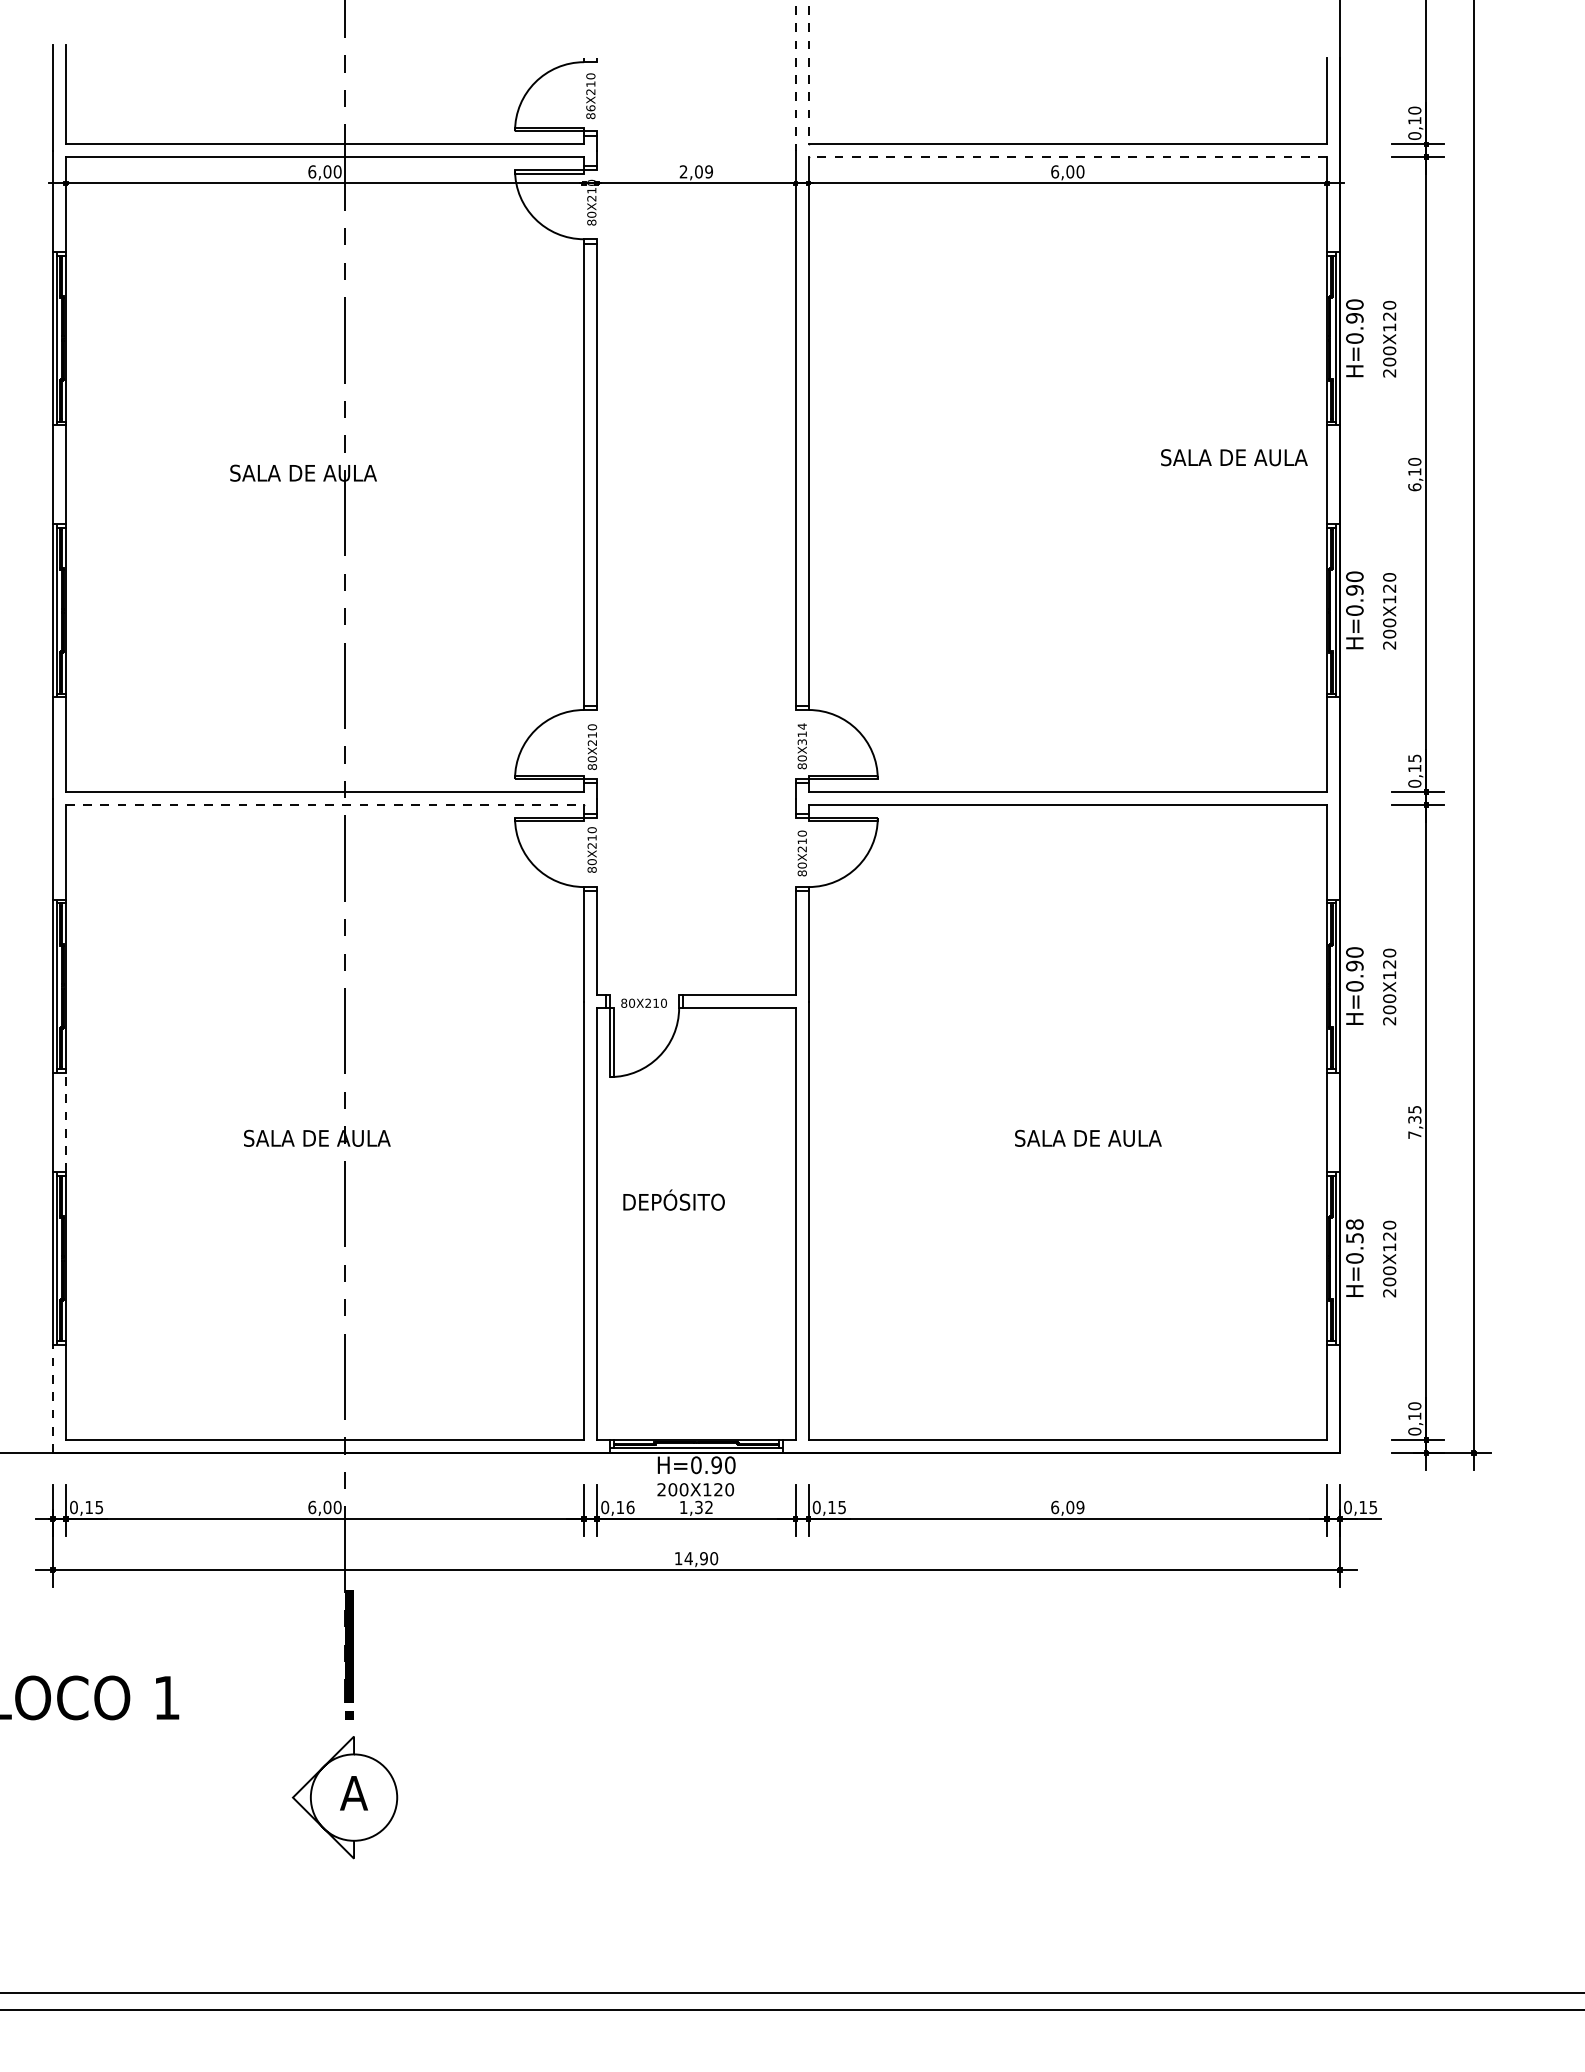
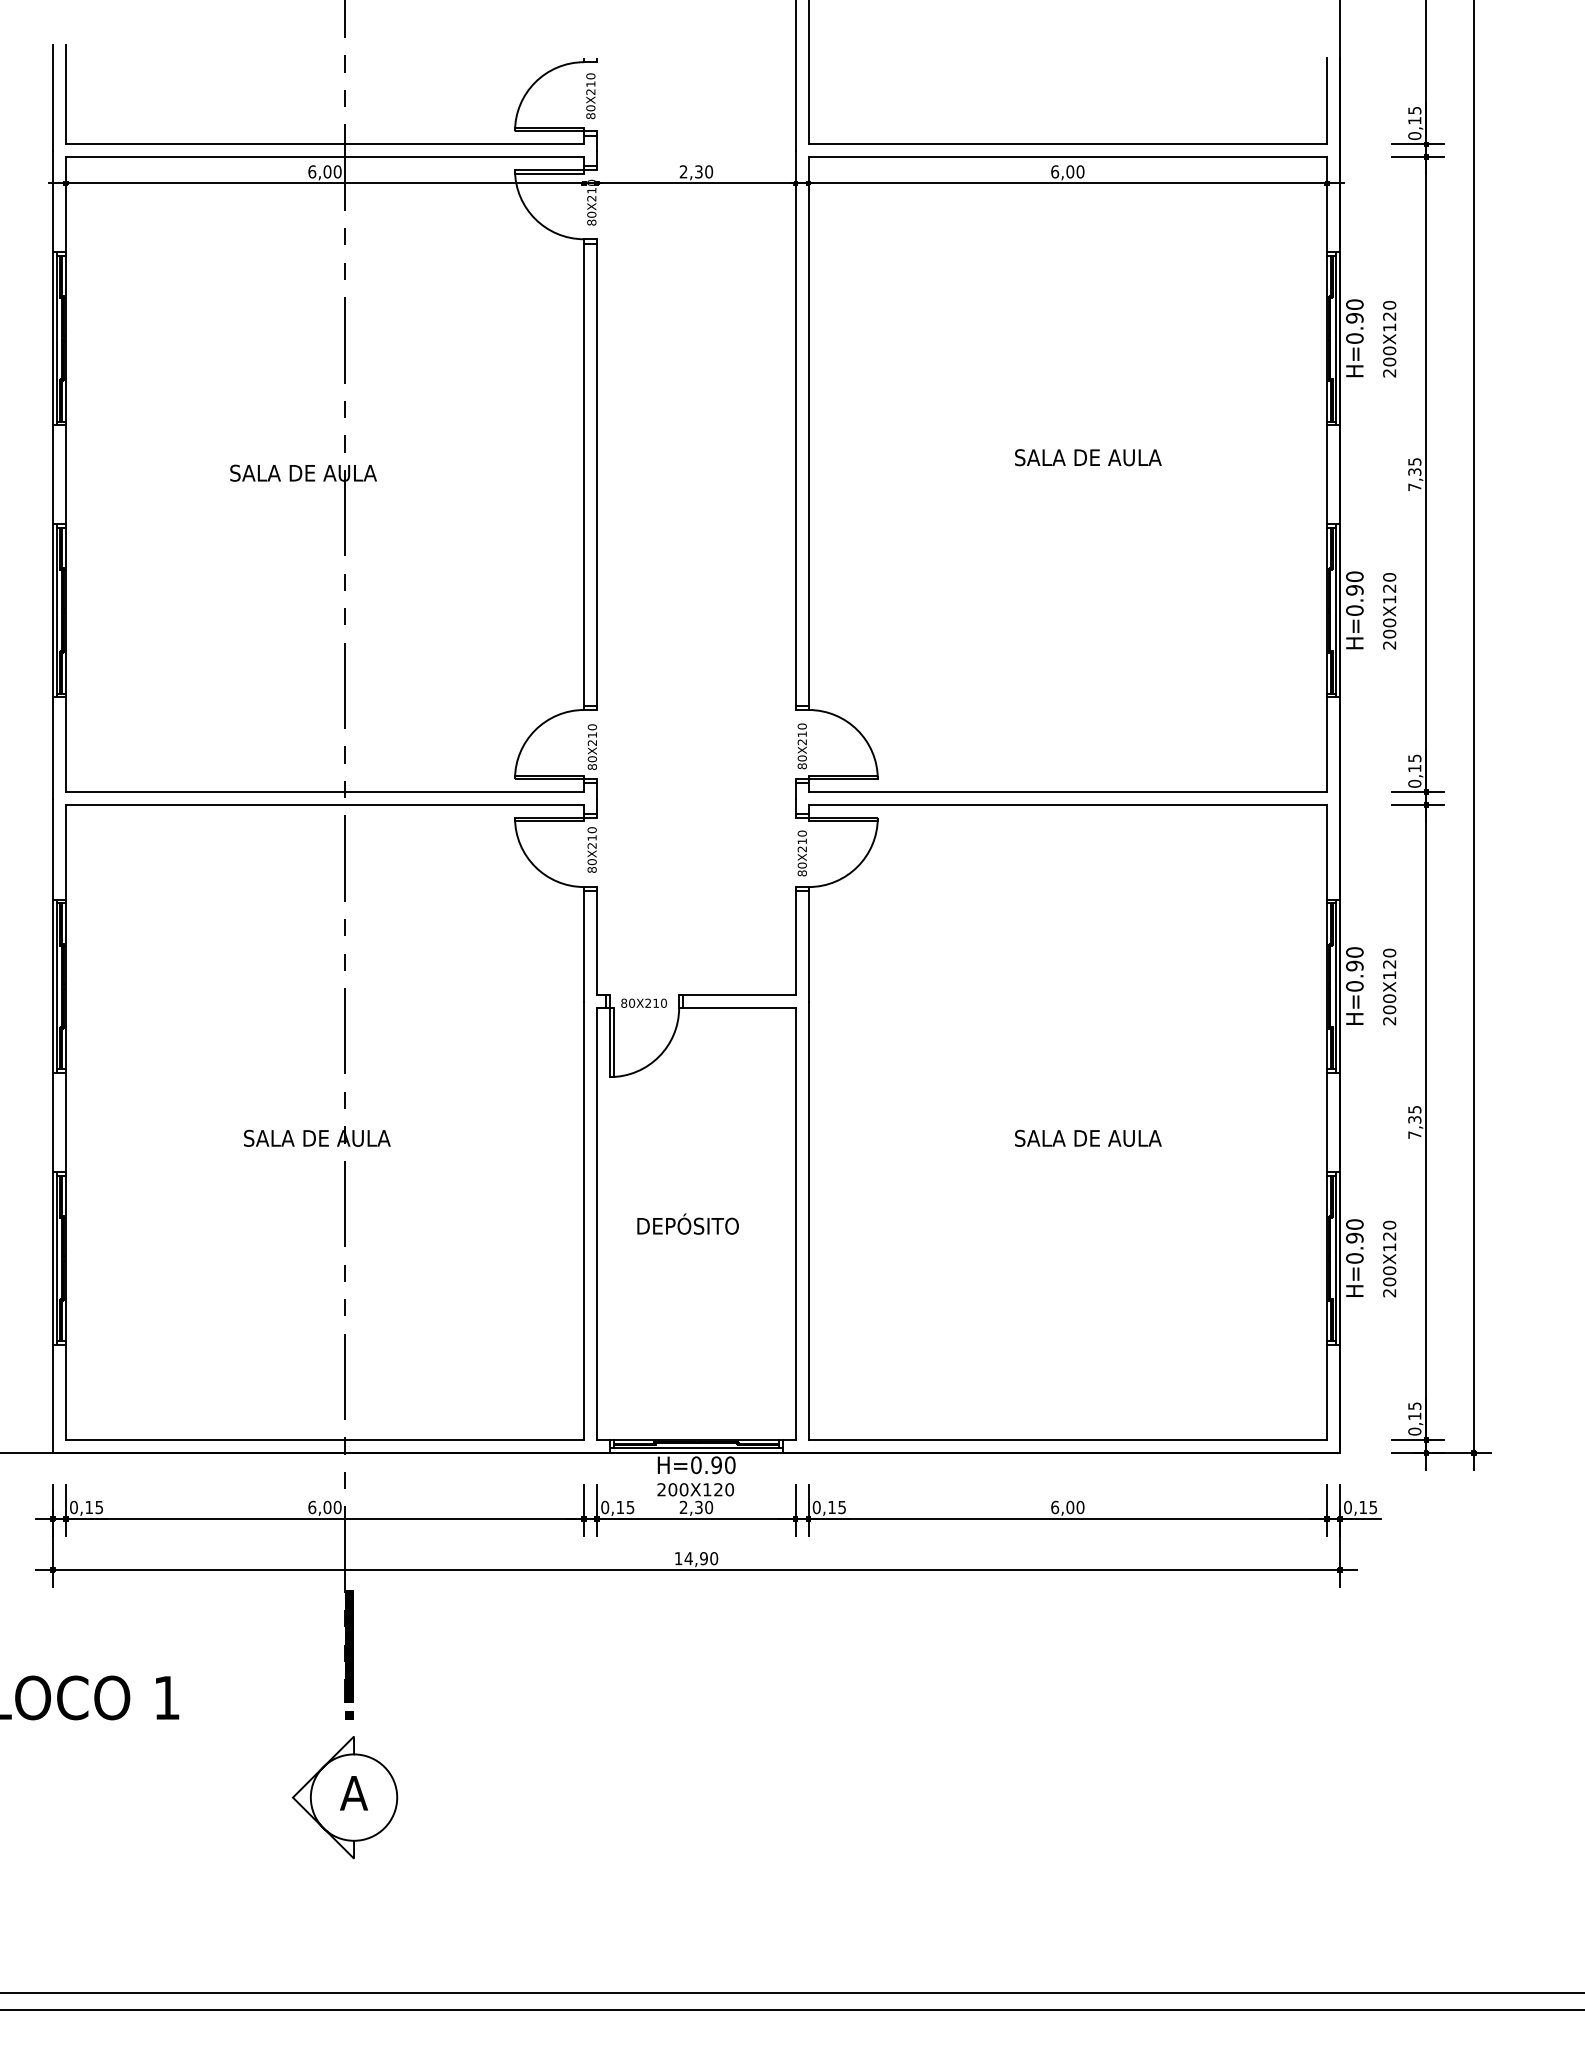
line at (808, 72): dashed -> solid
line at (795, 75): dashed -> solid
text at (590, 108): 86X210 -> 80X210
text at (1414, 110): 0,10 -> 0,15
line at (1067, 157): dashed -> solid
text at (703, 171): 2,09 -> 2,30
text at (1234, 457) position: (1234, 457) -> (1088, 457)
text at (1414, 474): 6,10 -> 7,35
text at (801, 734): 80X314 -> 80X210
line at (325, 805): dashed -> solid
line at (65, 1122): dashed -> solid
text at (673, 1199) position: (673, 1199) -> (687, 1223)
text at (1354, 1231): H=0.58 -> H=0.90
line at (52, 1398): dashed -> solid
text at (1414, 1406): 0,10 -> 0,15
text at (630, 1507): 0,16 -> 0,15
text at (696, 1507): 1,32 -> 2,30
text at (1080, 1507): 6,09 -> 6,00
